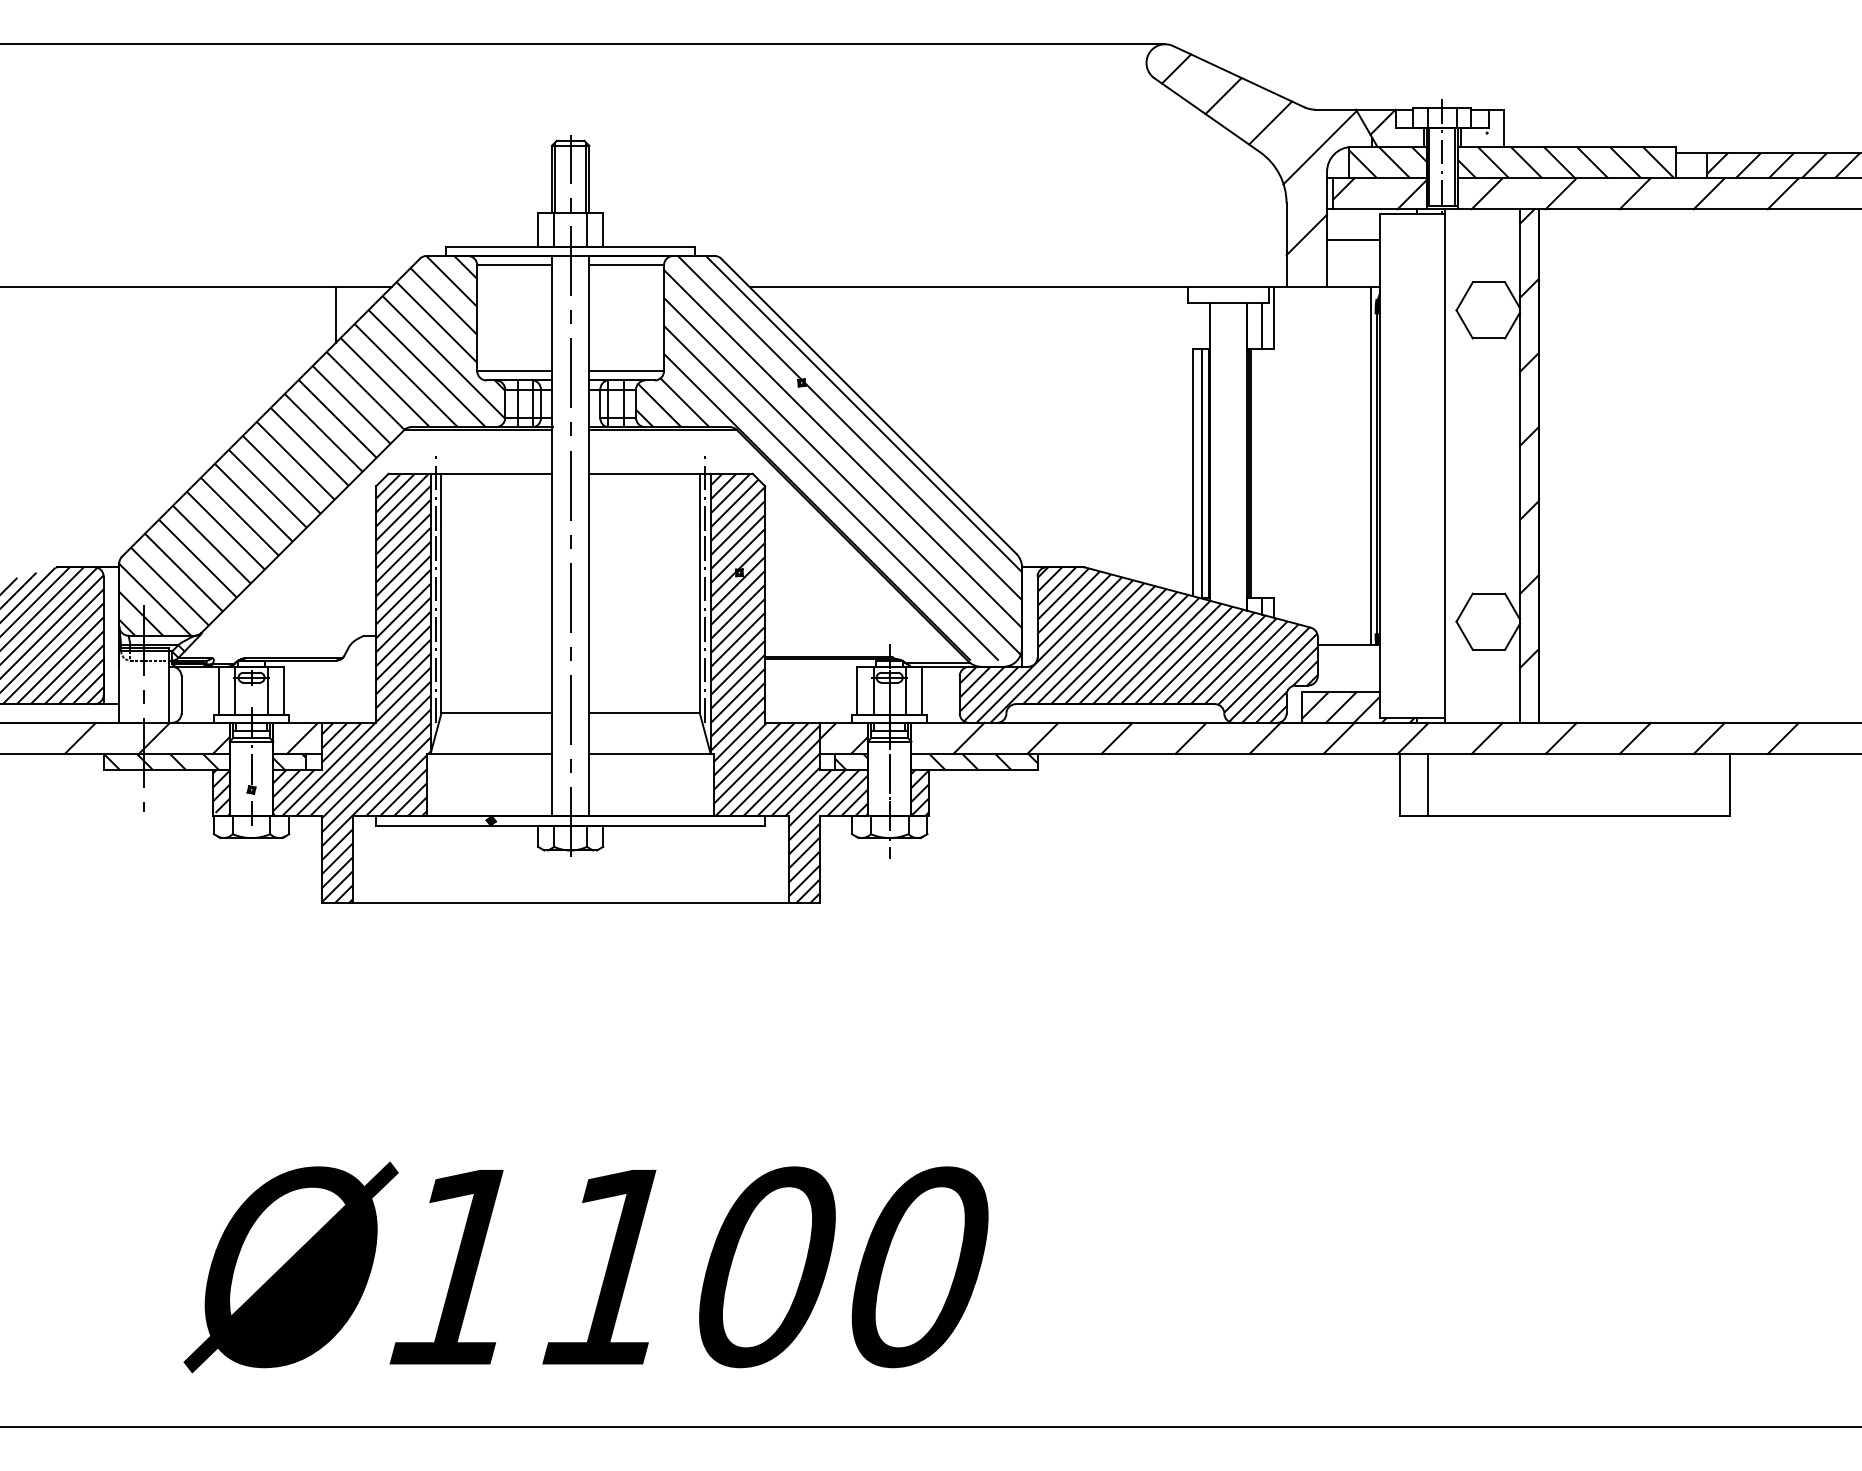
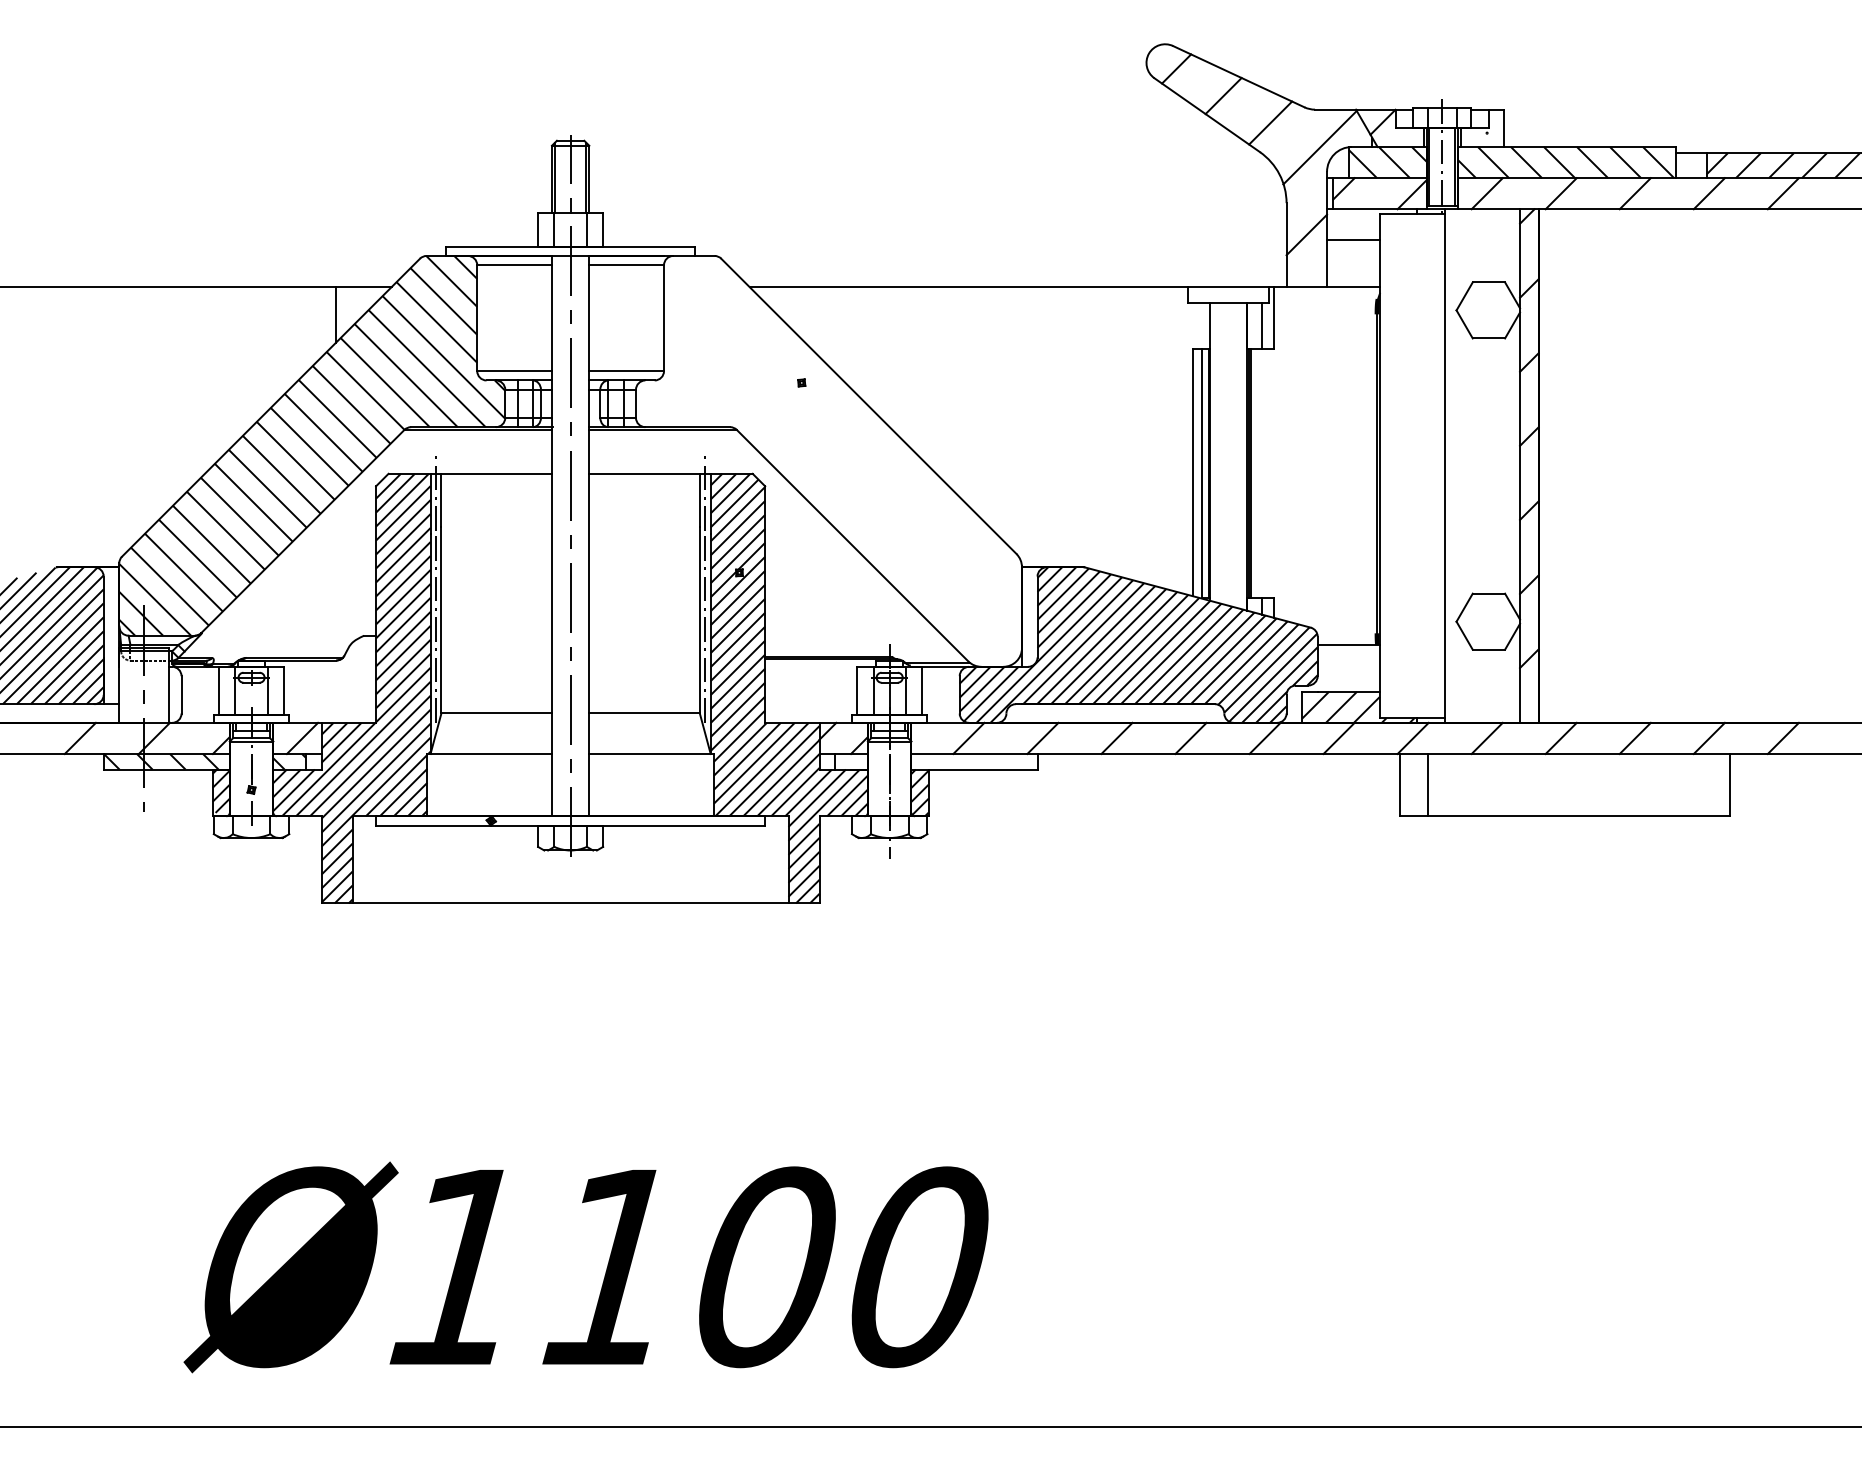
line at (583, 44): present -> none
hatch at (828, 457): present -> none
line at (1370, 466): present -> none
hatch at (936, 761): present -> none
